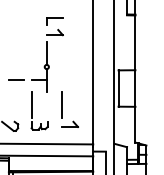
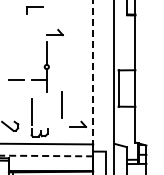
part at (54, 21) position: (54, 21) -> (34, 10)
line at (93, 73): solid -> dashed
part at (32, 110) position: (32, 110) -> (32, 117)
part at (69, 123) position: (69, 123) -> (77, 123)
line at (47, 156): solid -> dashed
